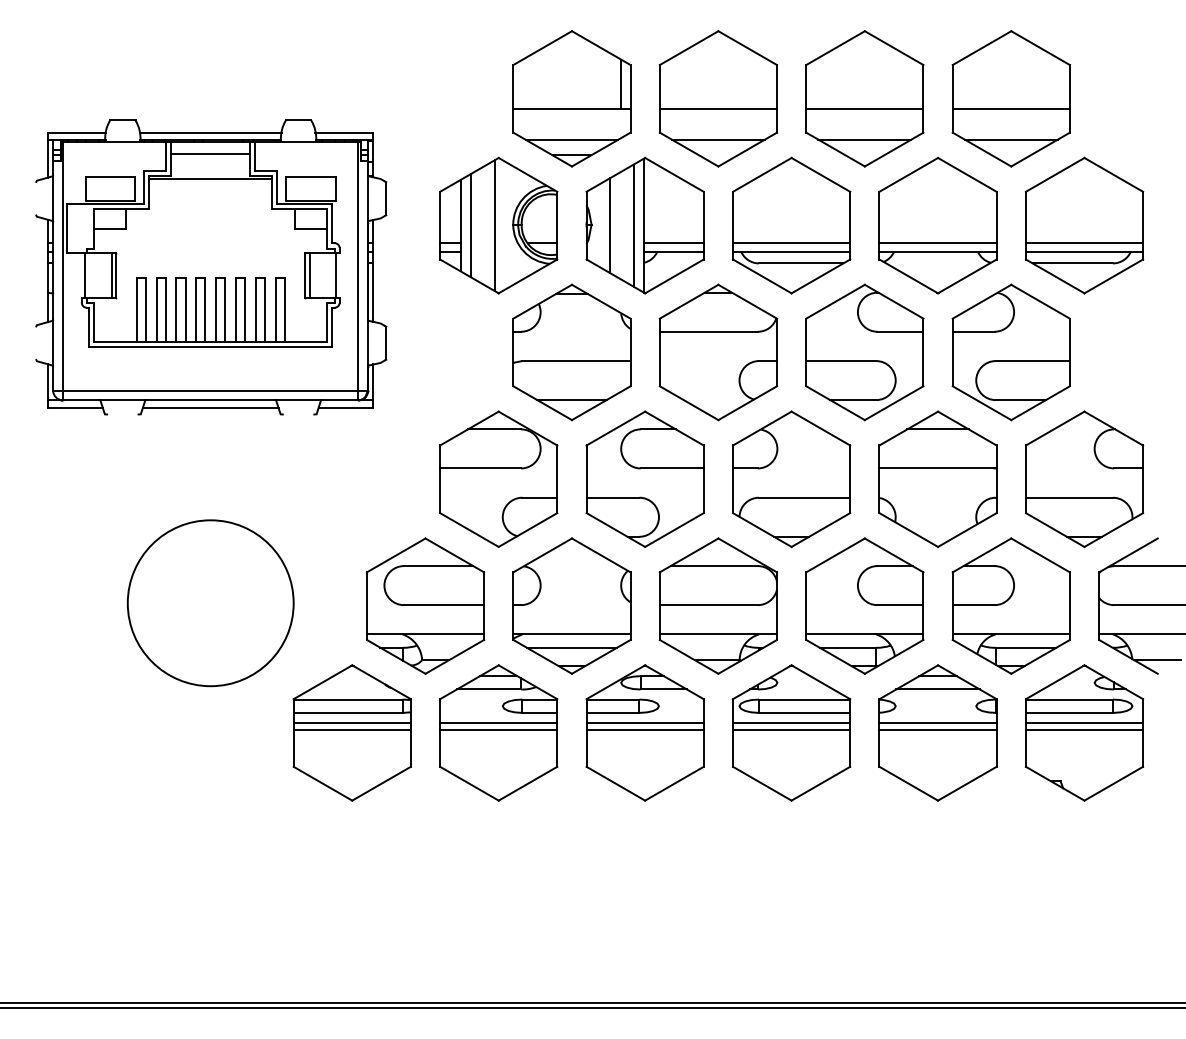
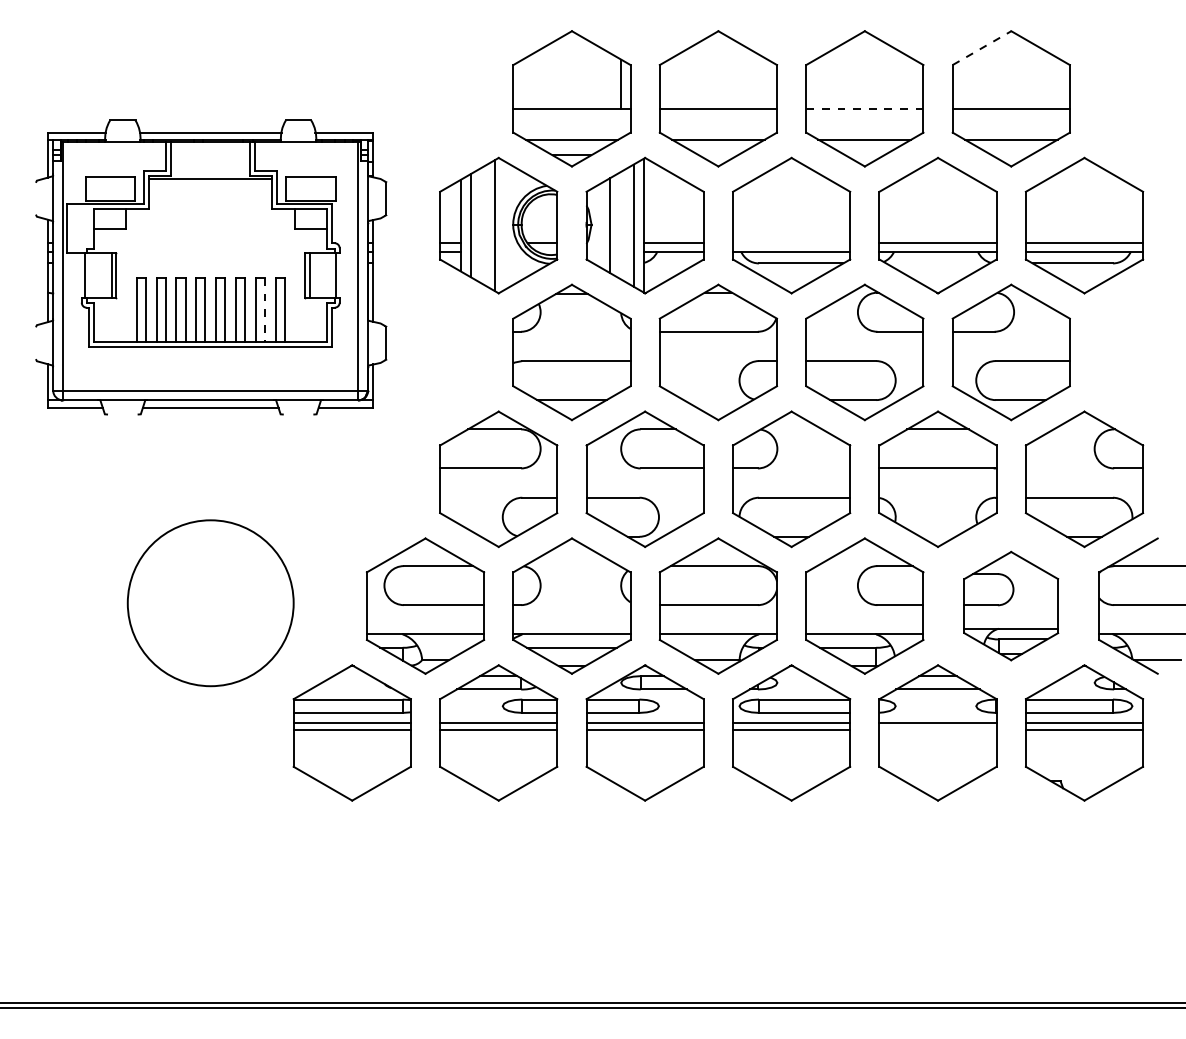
line at (982, 48): solid -> dashed
line at (864, 108): solid -> dashed
line at (210, 153): present -> none
line at (791, 242): present -> none
line at (264, 310): solid -> dashed
part at (1010, 605) size: 120x138 px -> 97x112 px
line at (937, 730): present -> none
